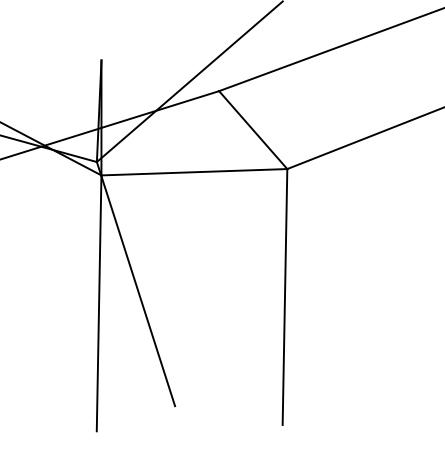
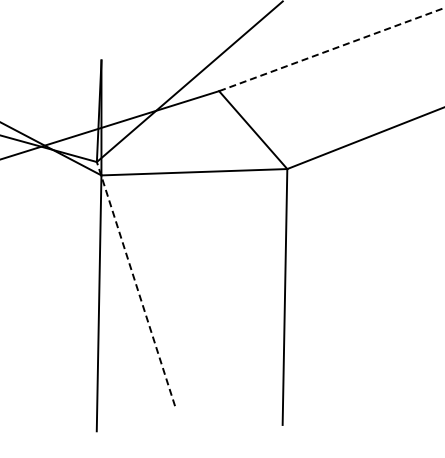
line at (331, 49): solid -> dashed
line at (135, 283): solid -> dashed
